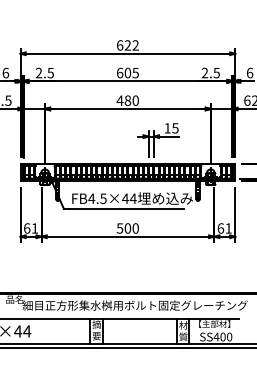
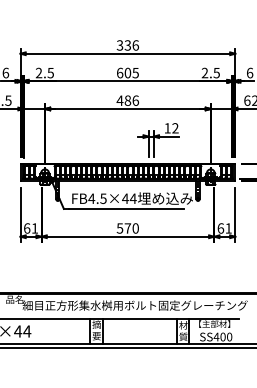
text at (127, 45): 622 -> 336
text at (135, 100): 480 -> 486
text at (175, 128): 15 -> 12
text at (127, 228): 500 -> 570
